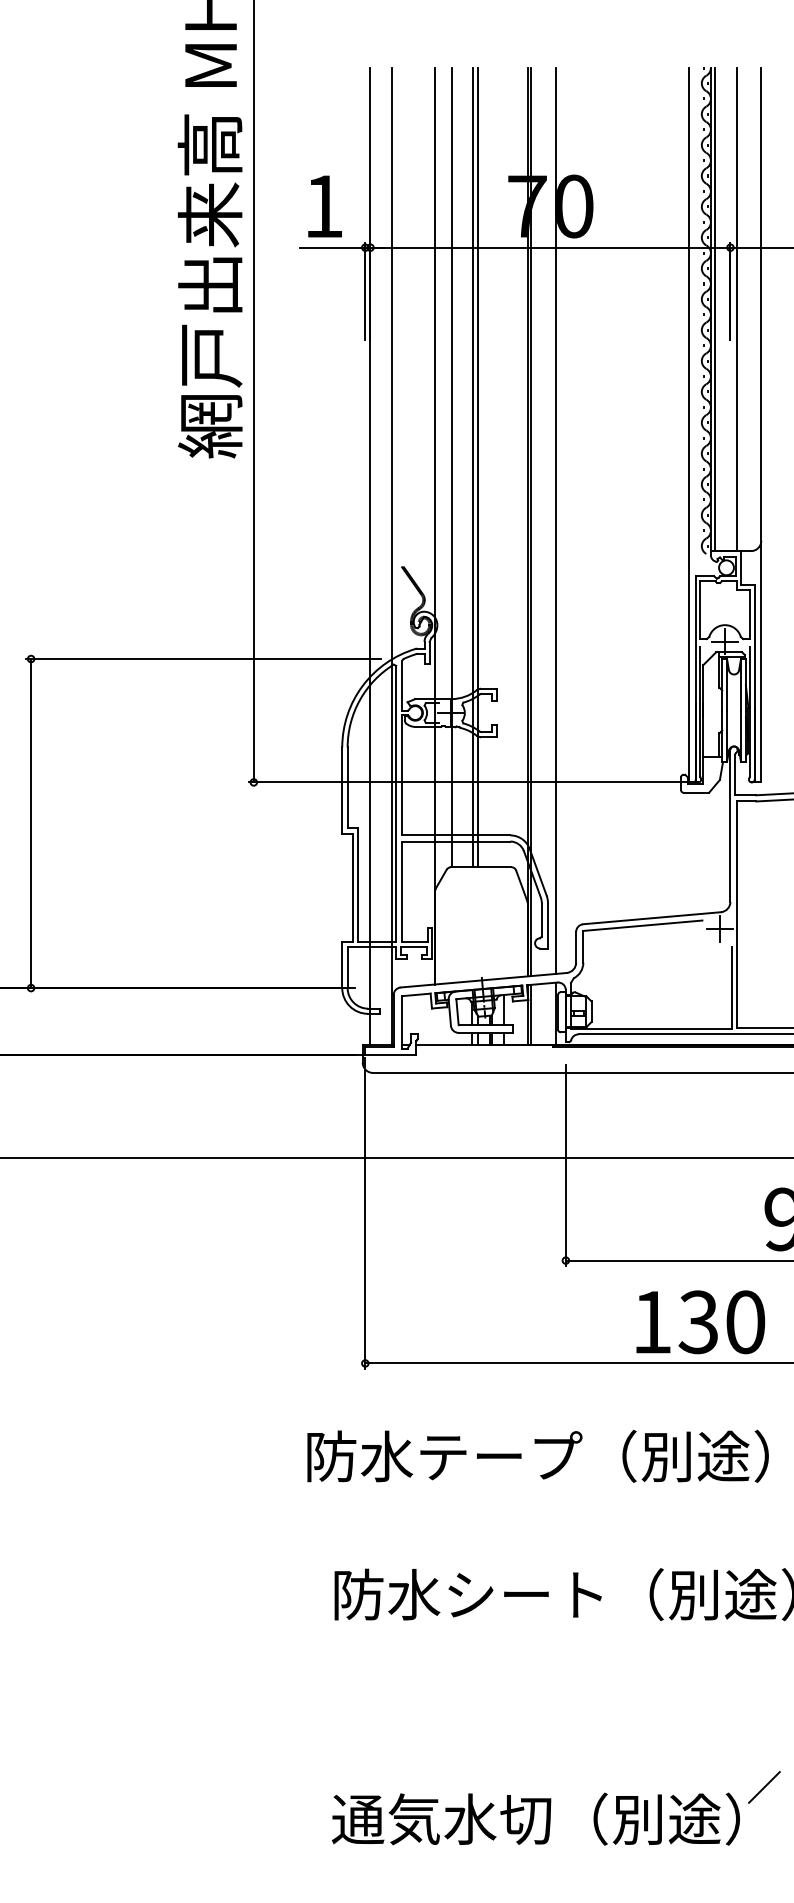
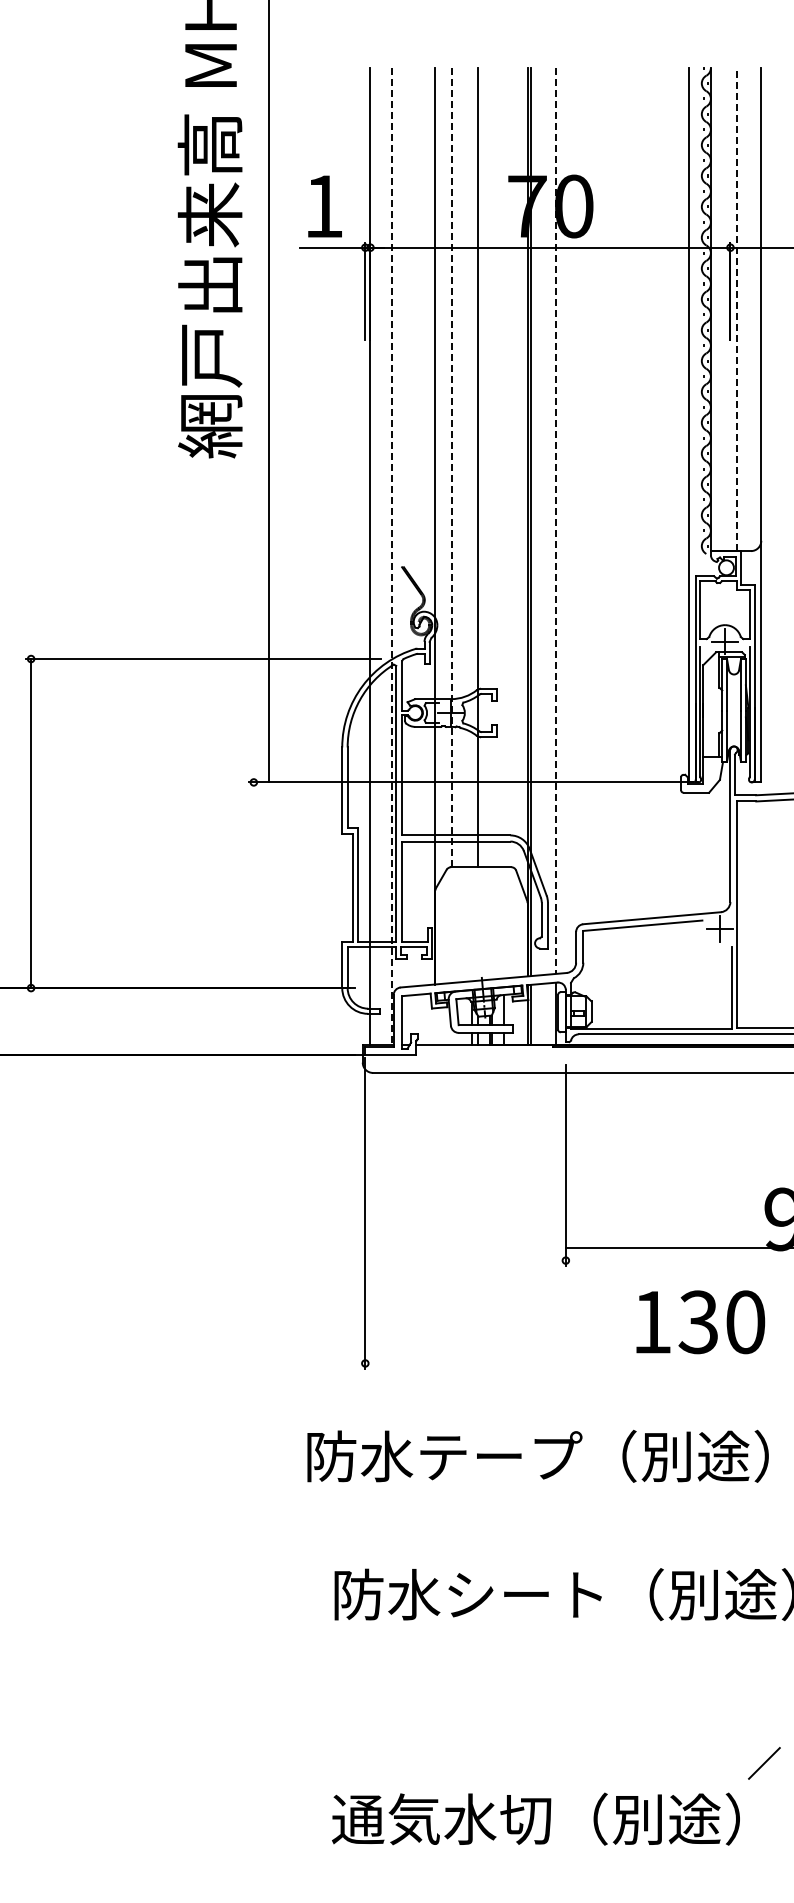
line at (715, 309): present -> none
line at (736, 309): solid -> dashed
line at (253, 392) position: (253, 392) -> (268, 392)
line at (452, 467): solid -> dashed
line at (473, 467): present -> none
line at (555, 521): solid -> dashed
line at (391, 556): solid -> dashed
line at (396, 1157): present -> none
line at (677, 1260) position: (677, 1260) -> (677, 1247)
line at (577, 1363): present -> none
line at (764, 1787) position: (764, 1787) -> (764, 1763)
